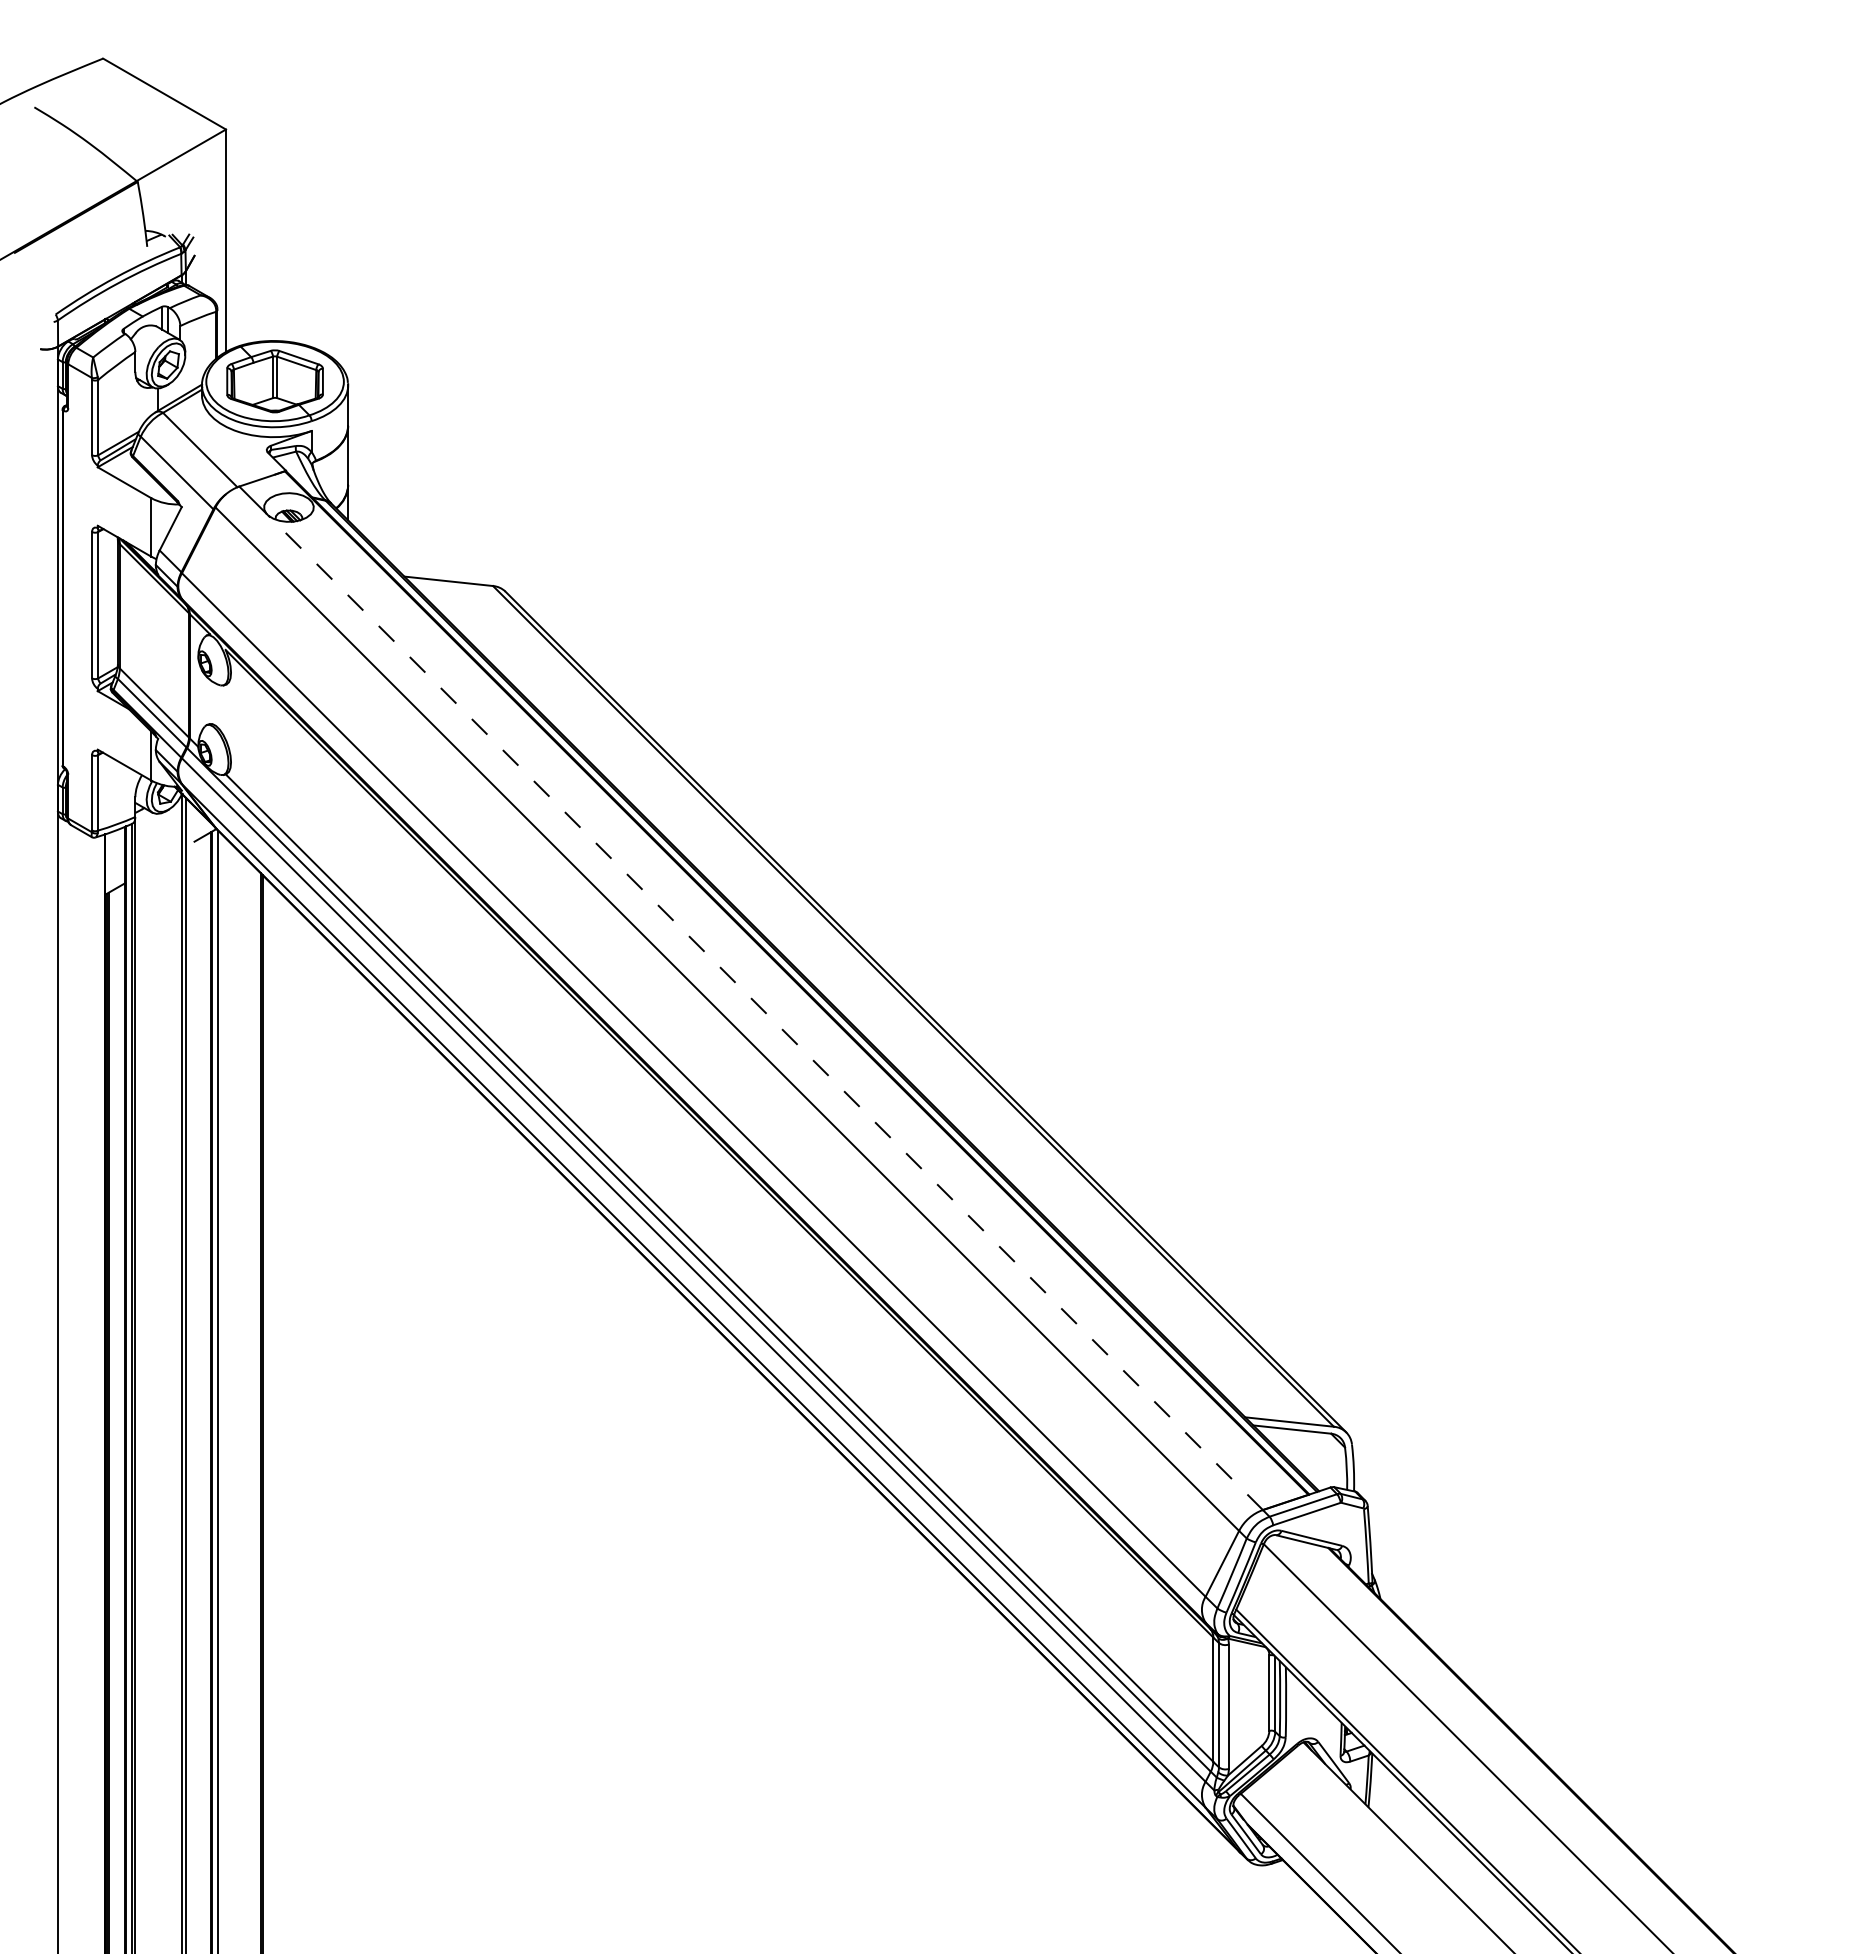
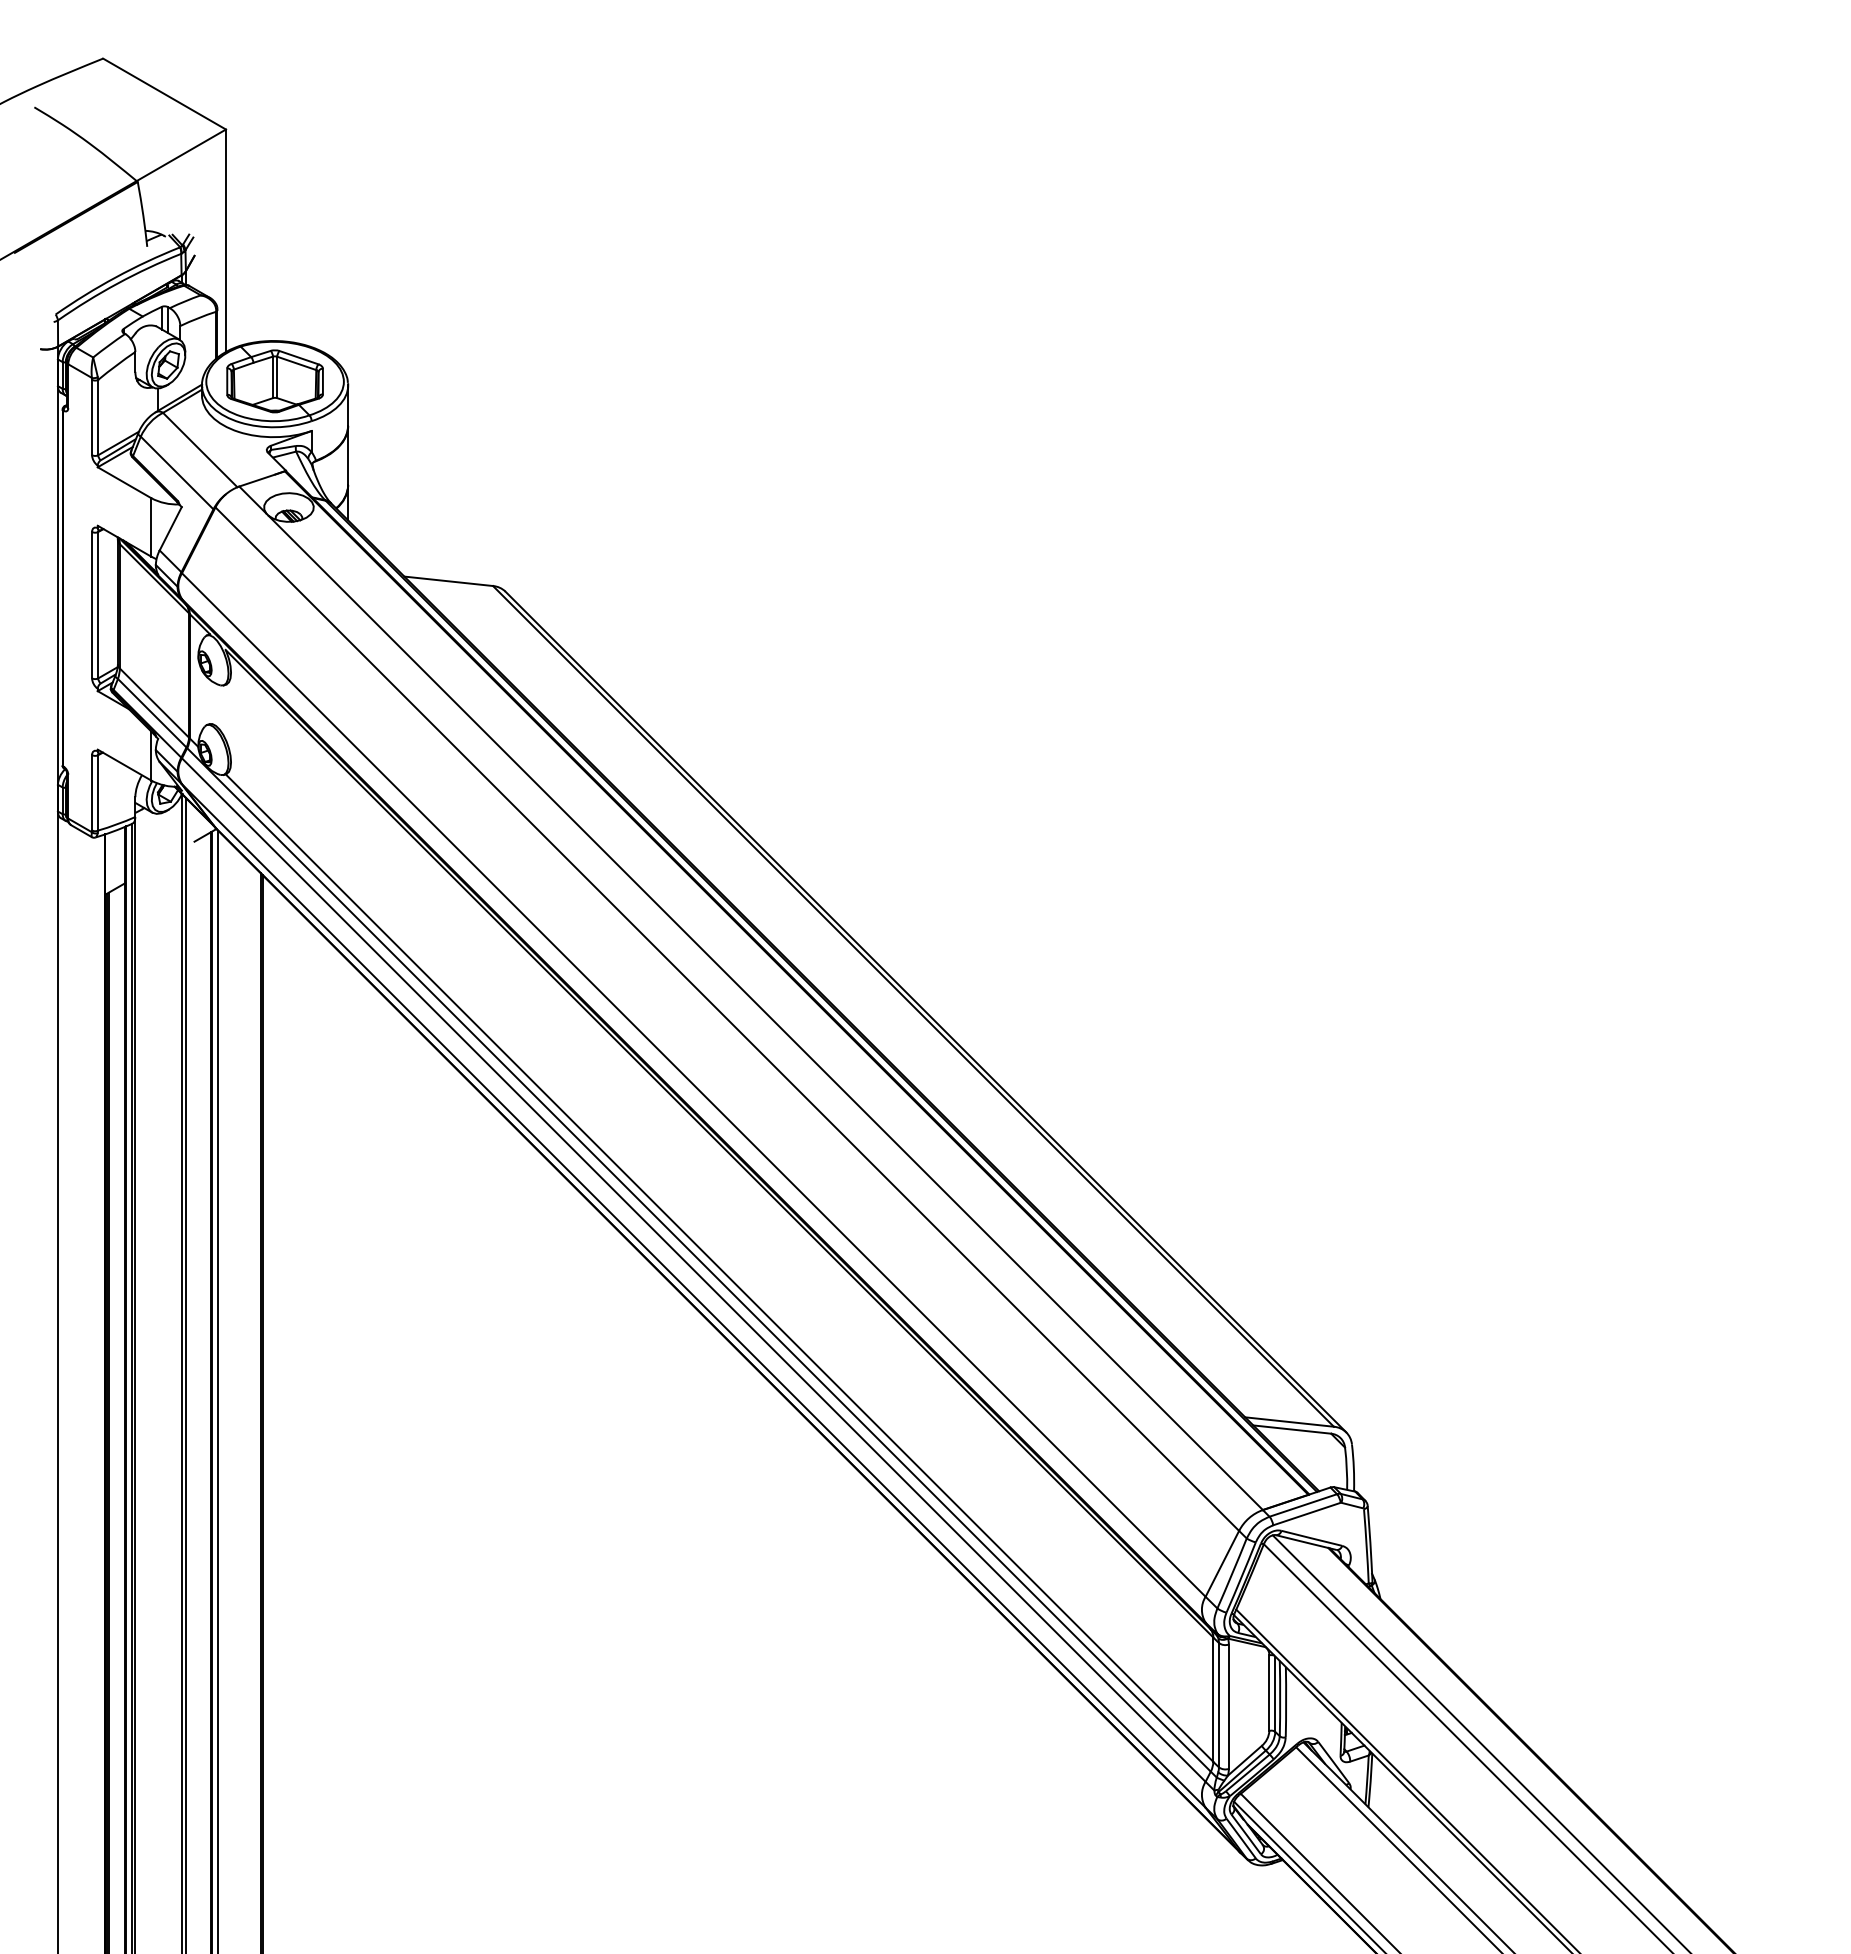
line at (765, 1012): dashed -> solid
line at (1480, 1742): none -> present
line at (1397, 1848): none -> present
line at (1308, 1875): none -> present
